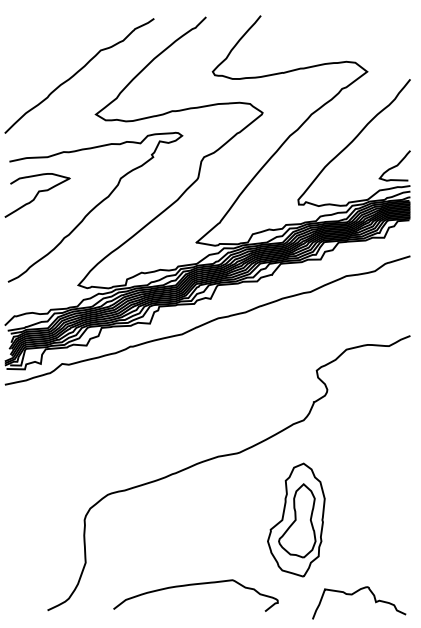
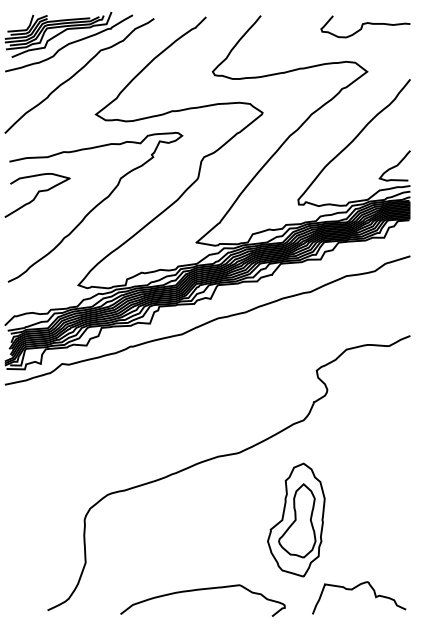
curve at (365, 24): none -> present
part at (68, 41): none -> present
curve at (195, 585) position: (195, 585) -> (202, 590)
curve at (355, 593) position: (355, 593) -> (355, 588)
